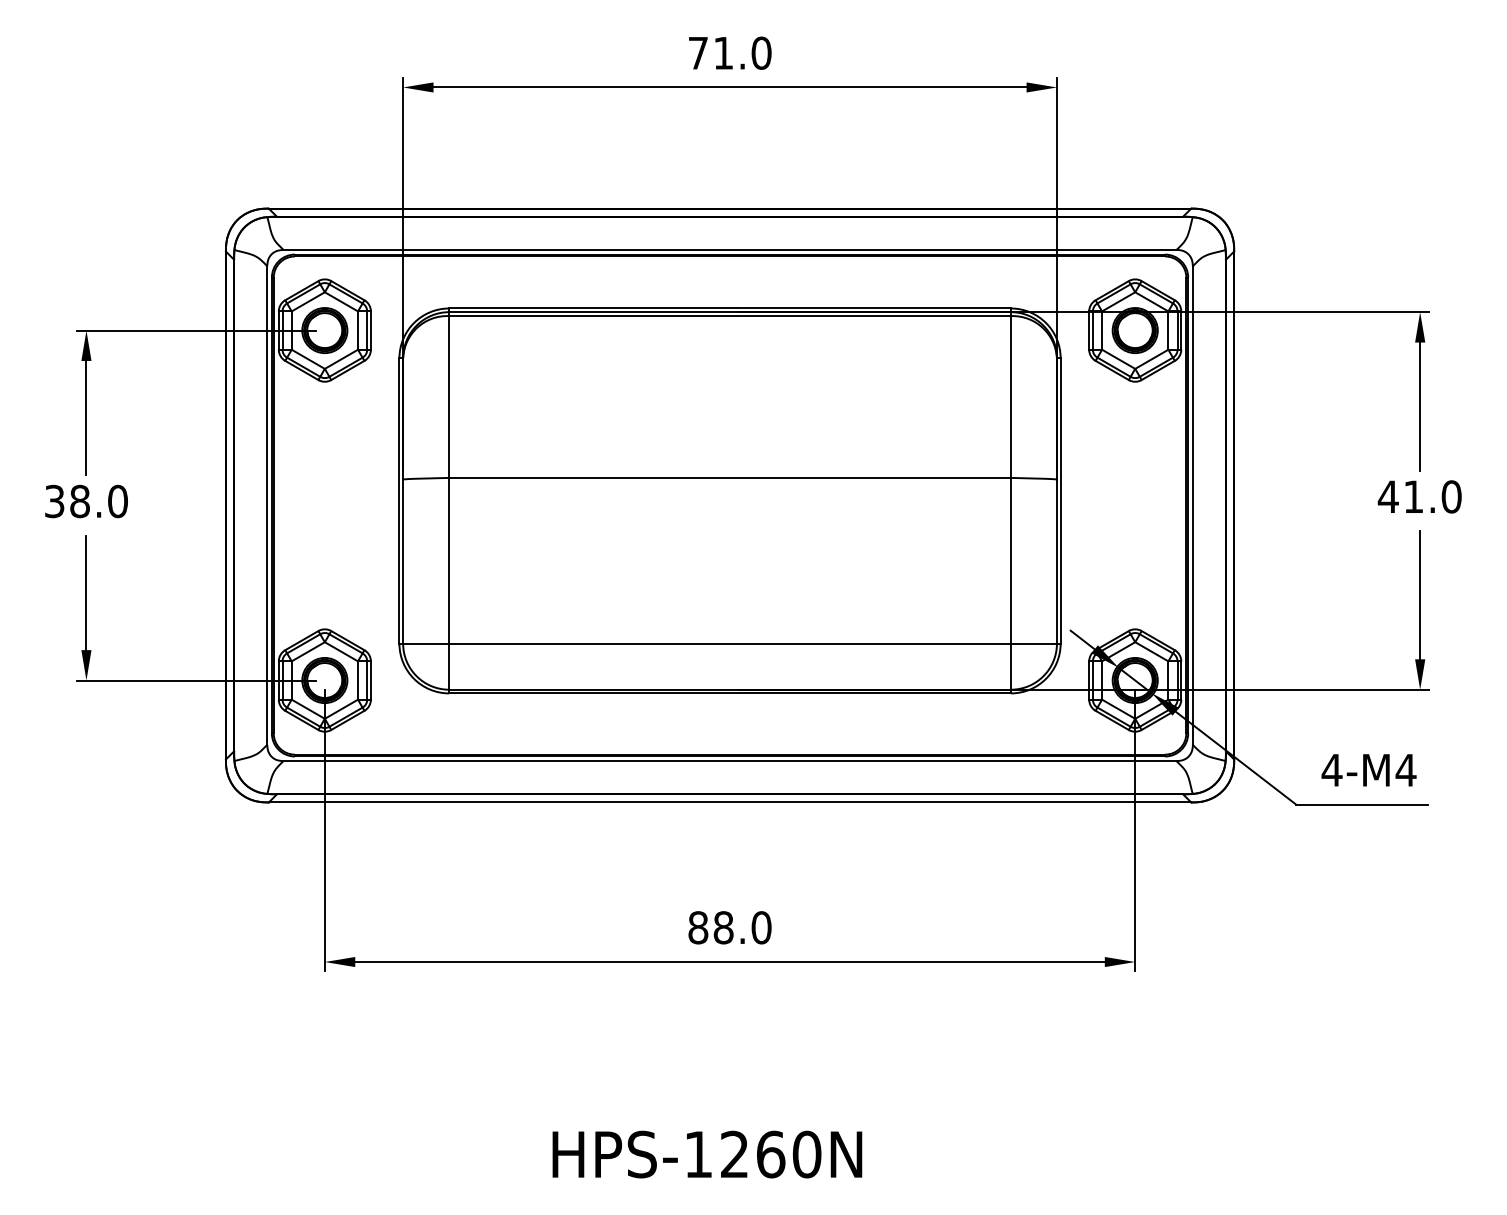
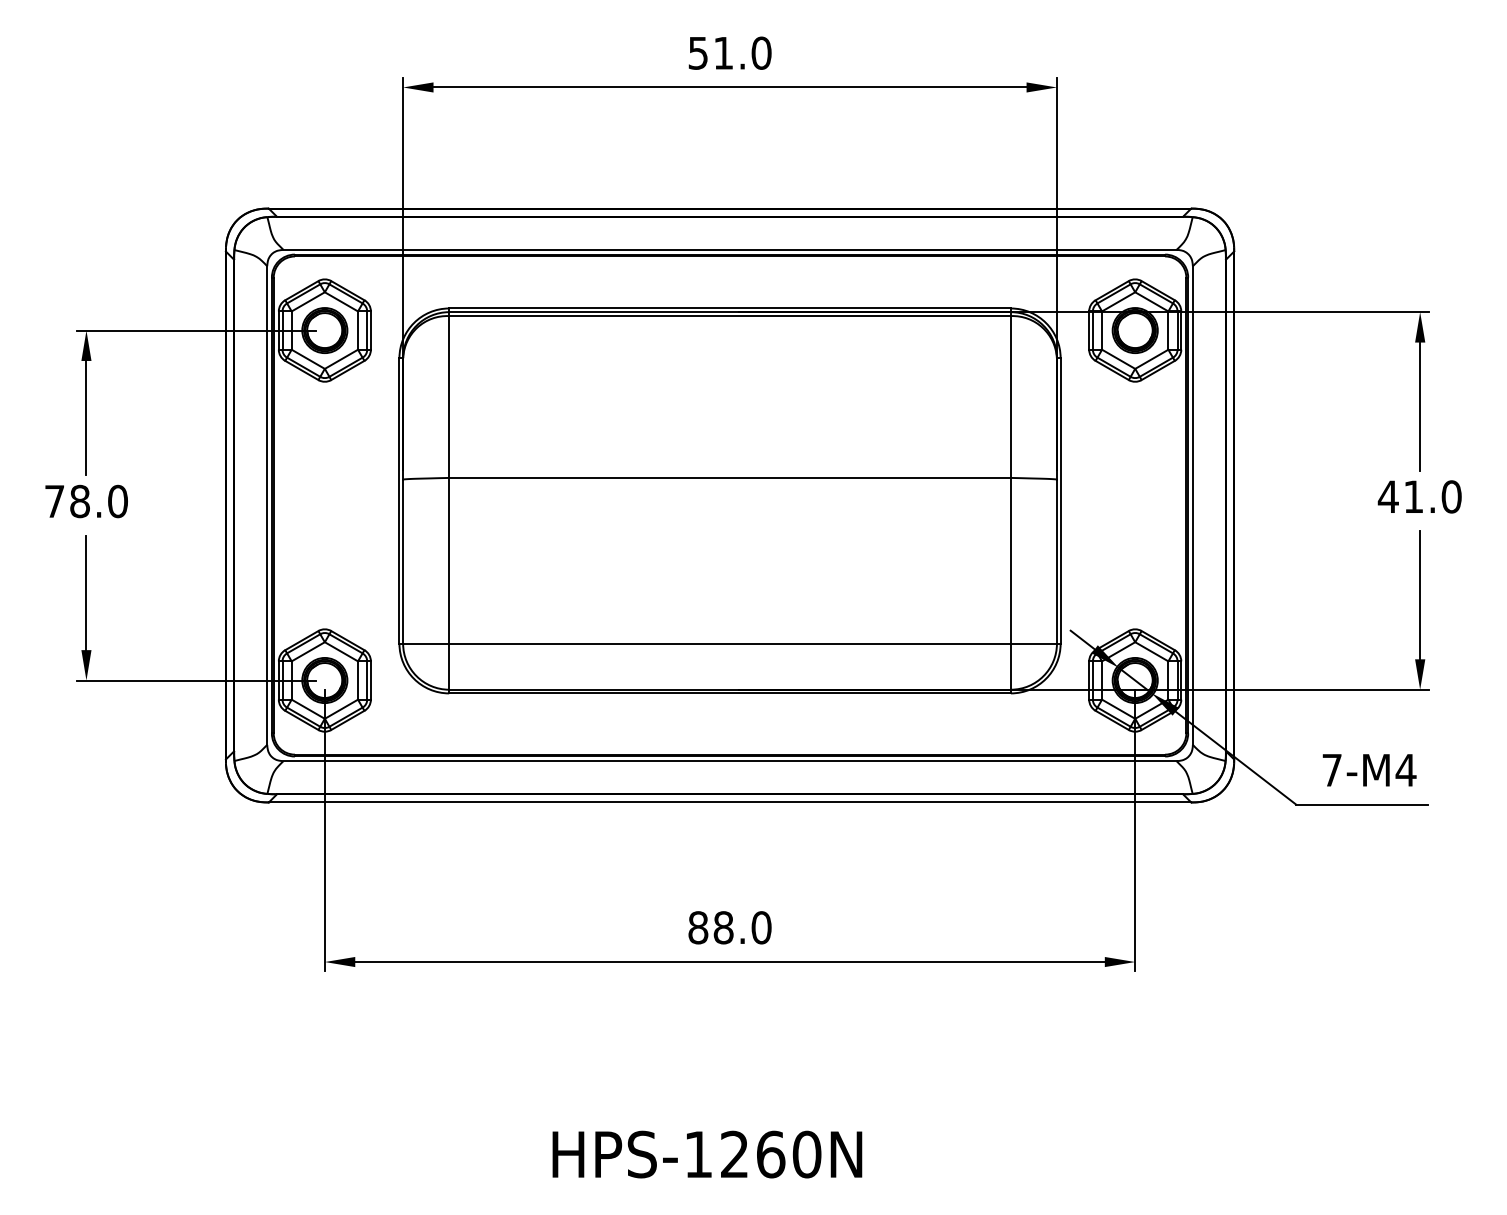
text at (697, 53): 71.0 -> 51.0
text at (54, 501): 38.0 -> 78.0
text at (1331, 770): 4-M4 -> 7-M4
